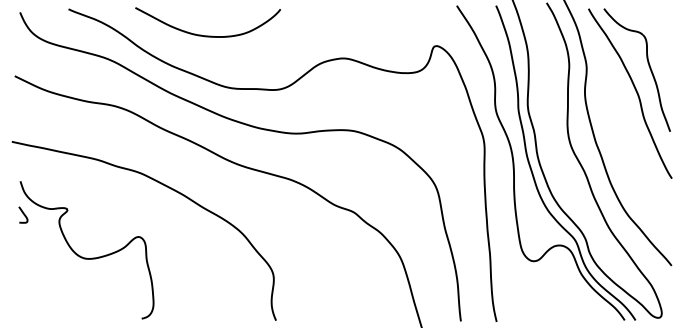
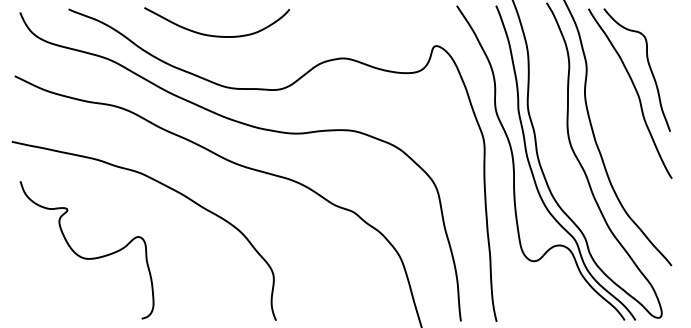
curve at (208, 35) position: (208, 35) -> (217, 35)
curve at (23, 214): present -> none
